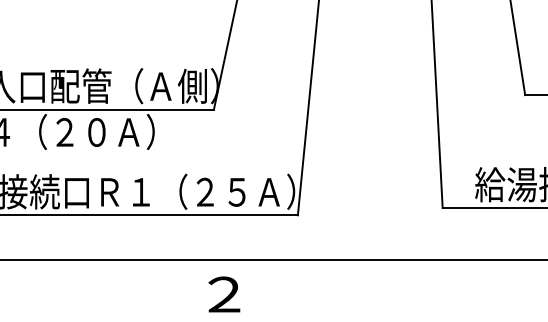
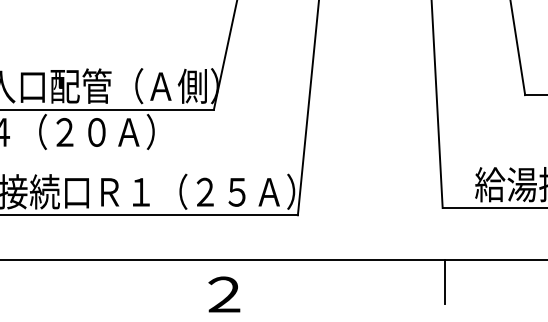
line at (445, 281): none -> present
